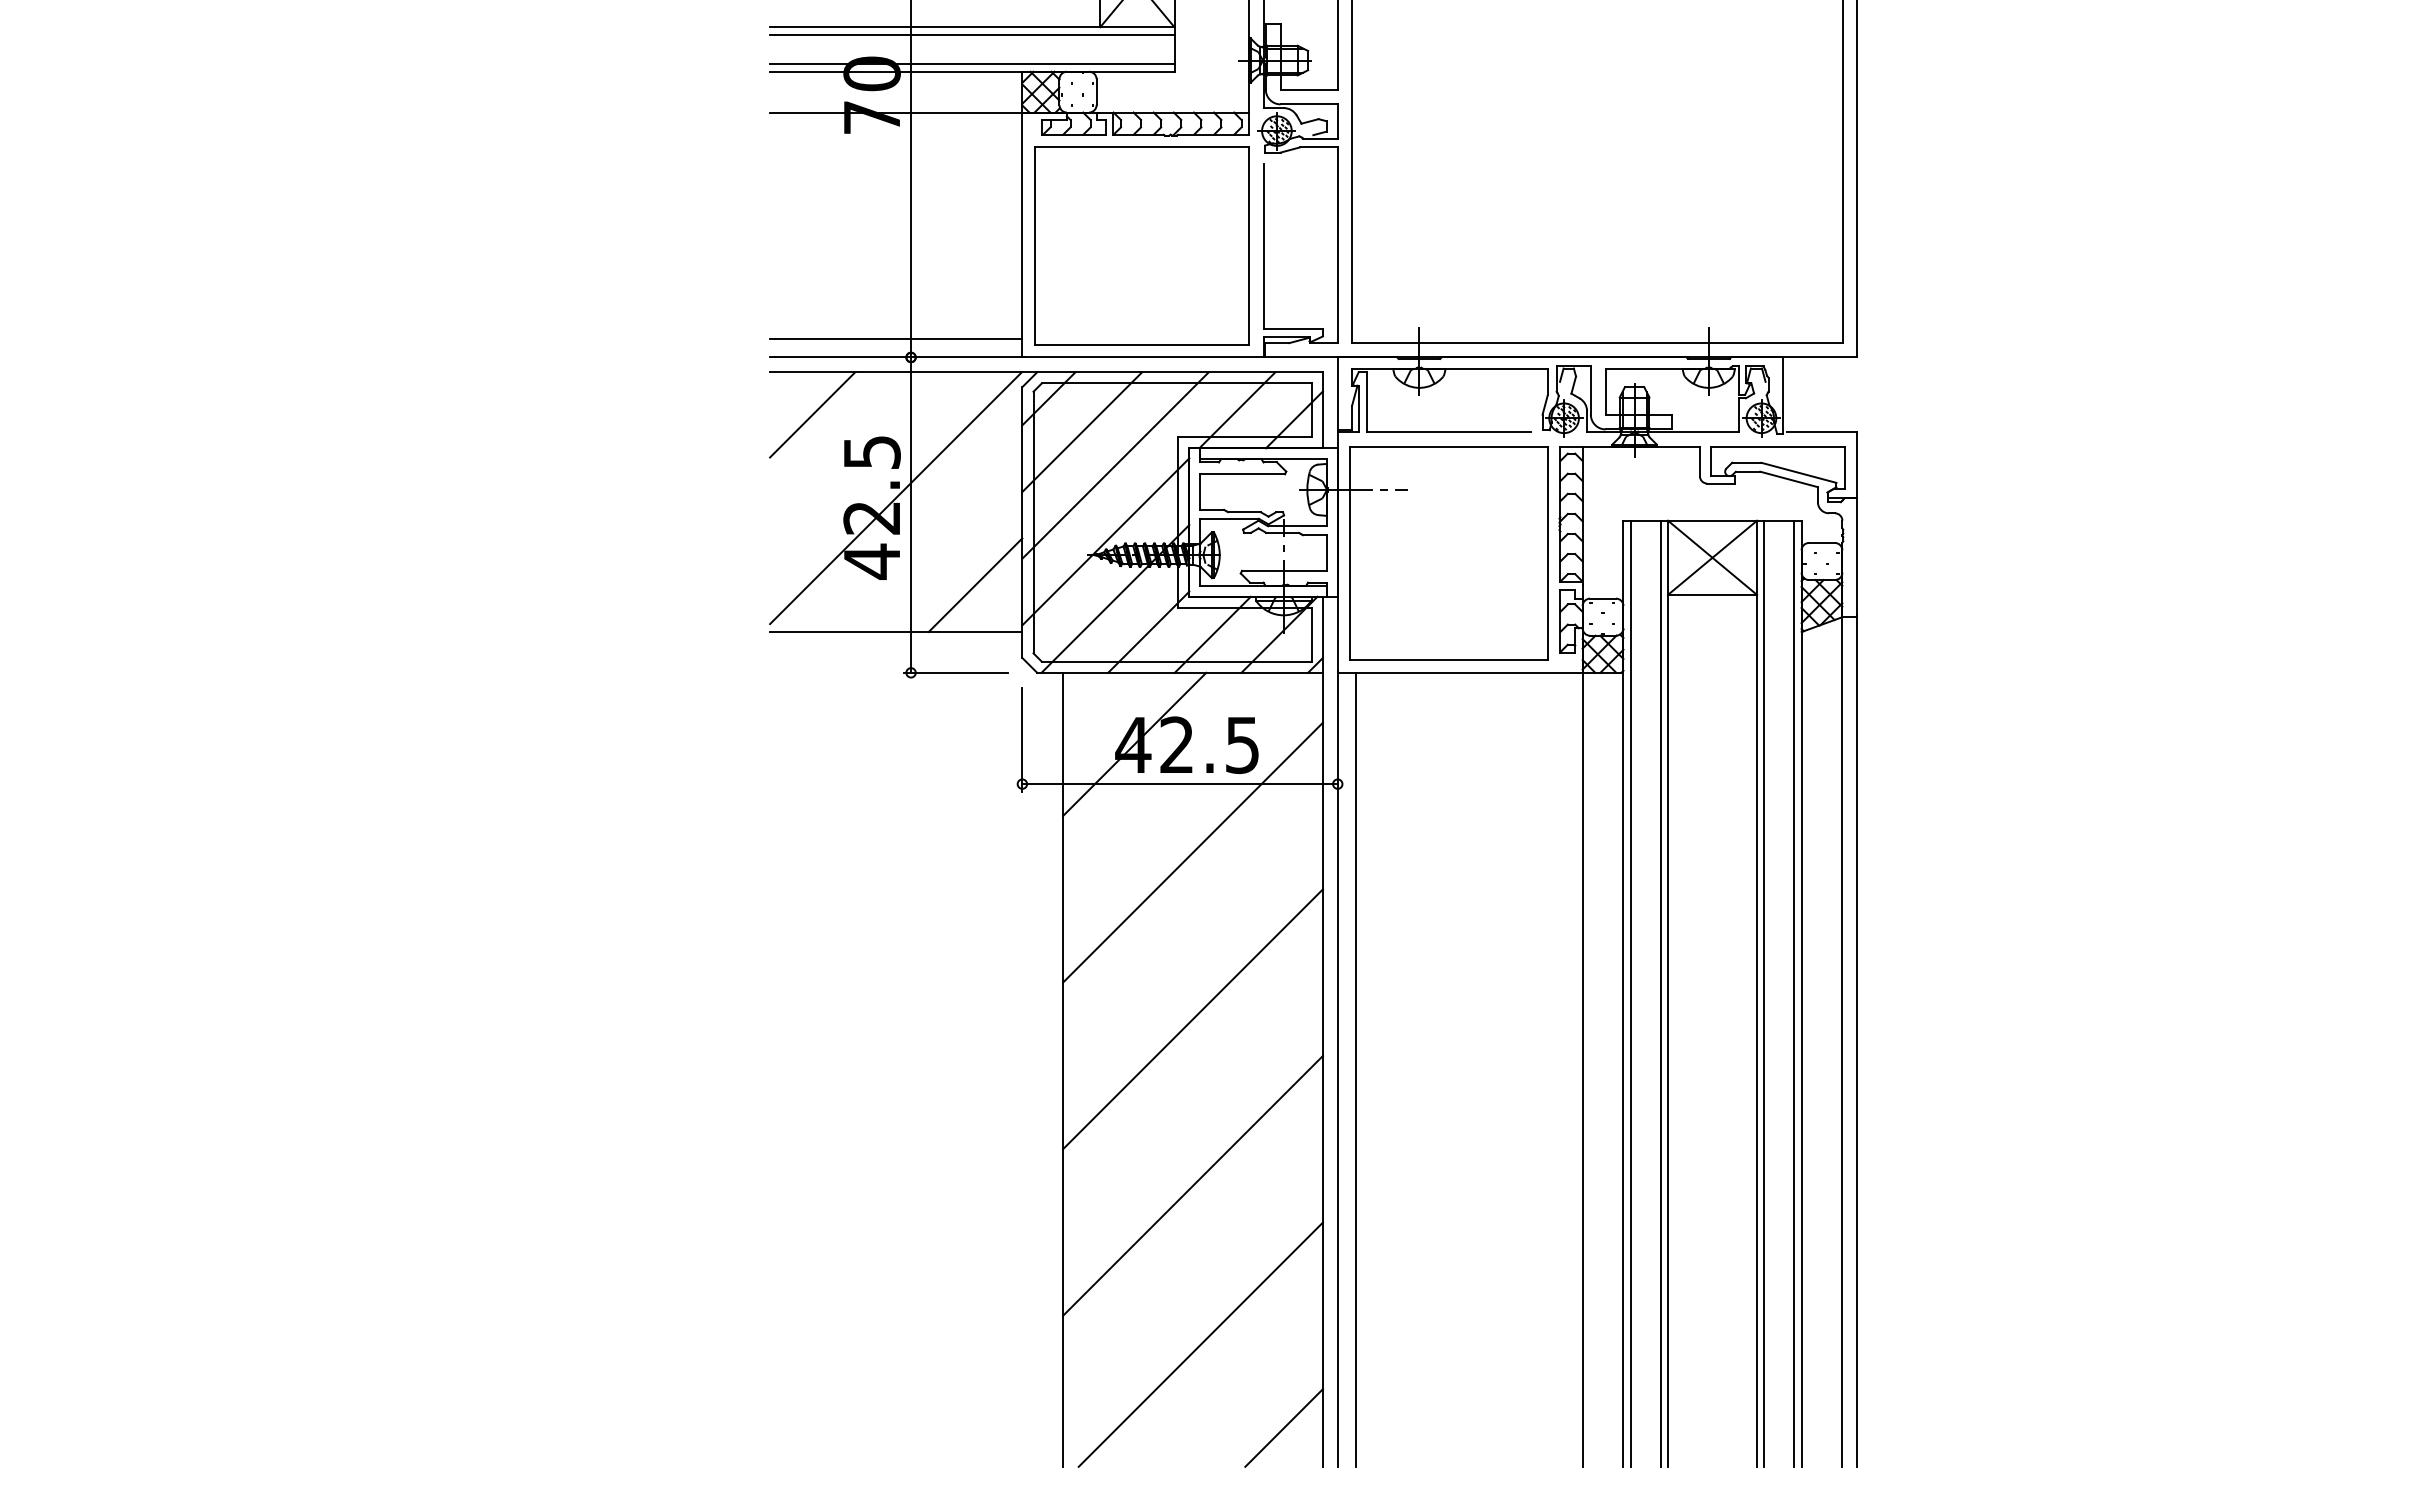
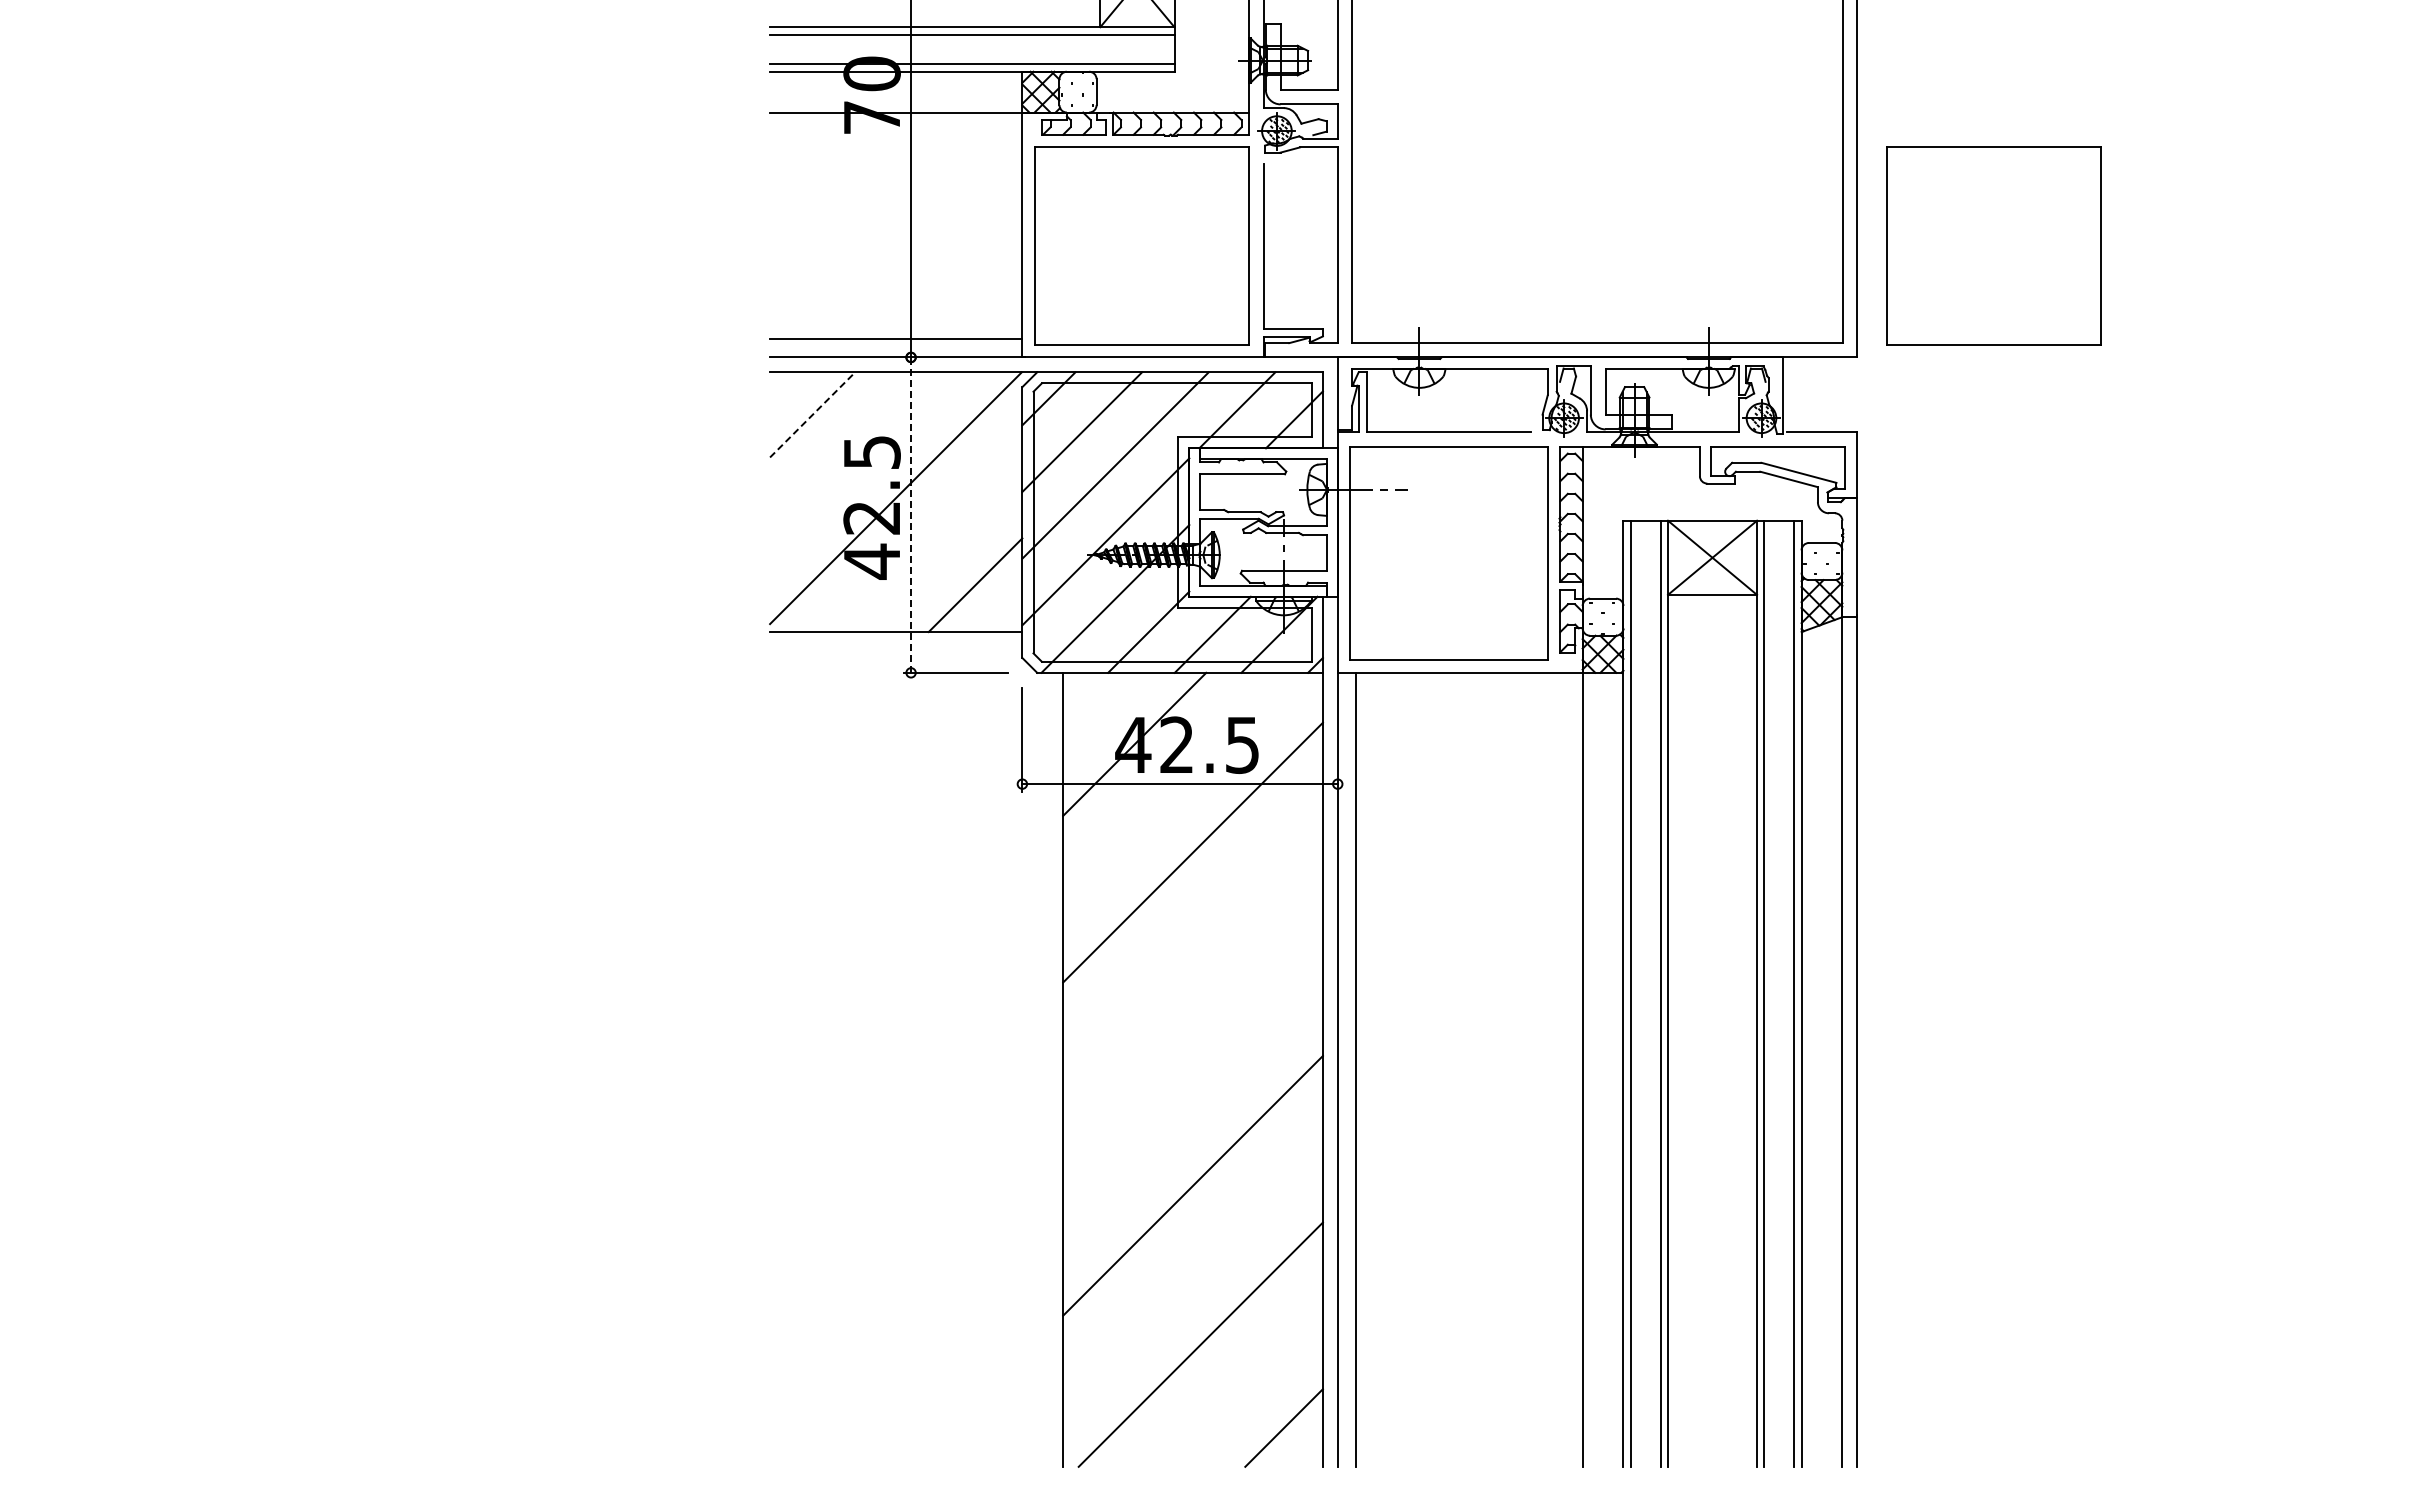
part at (1993, 245): none -> present
line at (813, 414): solid -> dashed
line at (911, 515): solid -> dashed
line at (1192, 1019): present -> none
